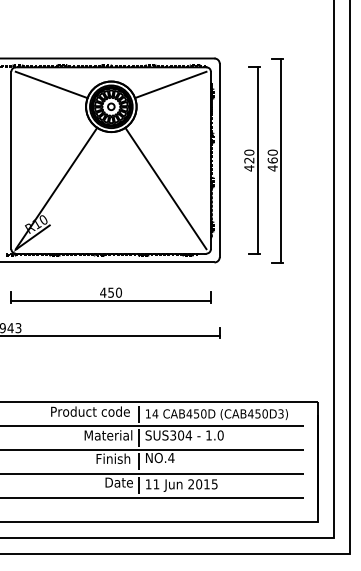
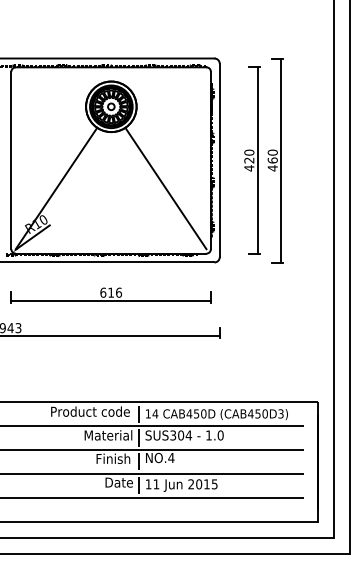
line at (51, 84): present -> none
line at (170, 84): present -> none
text at (111, 292): 450 -> 616
